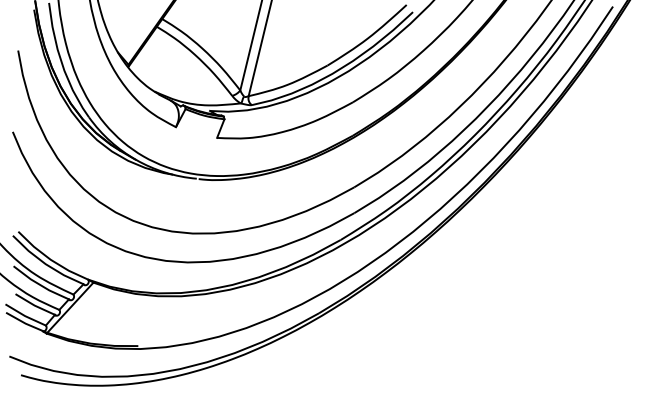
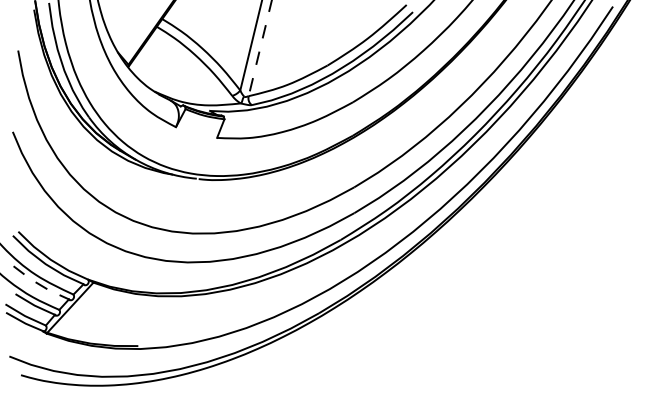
line at (260, 48): solid -> dashed
line at (40, 284): solid -> dashed
